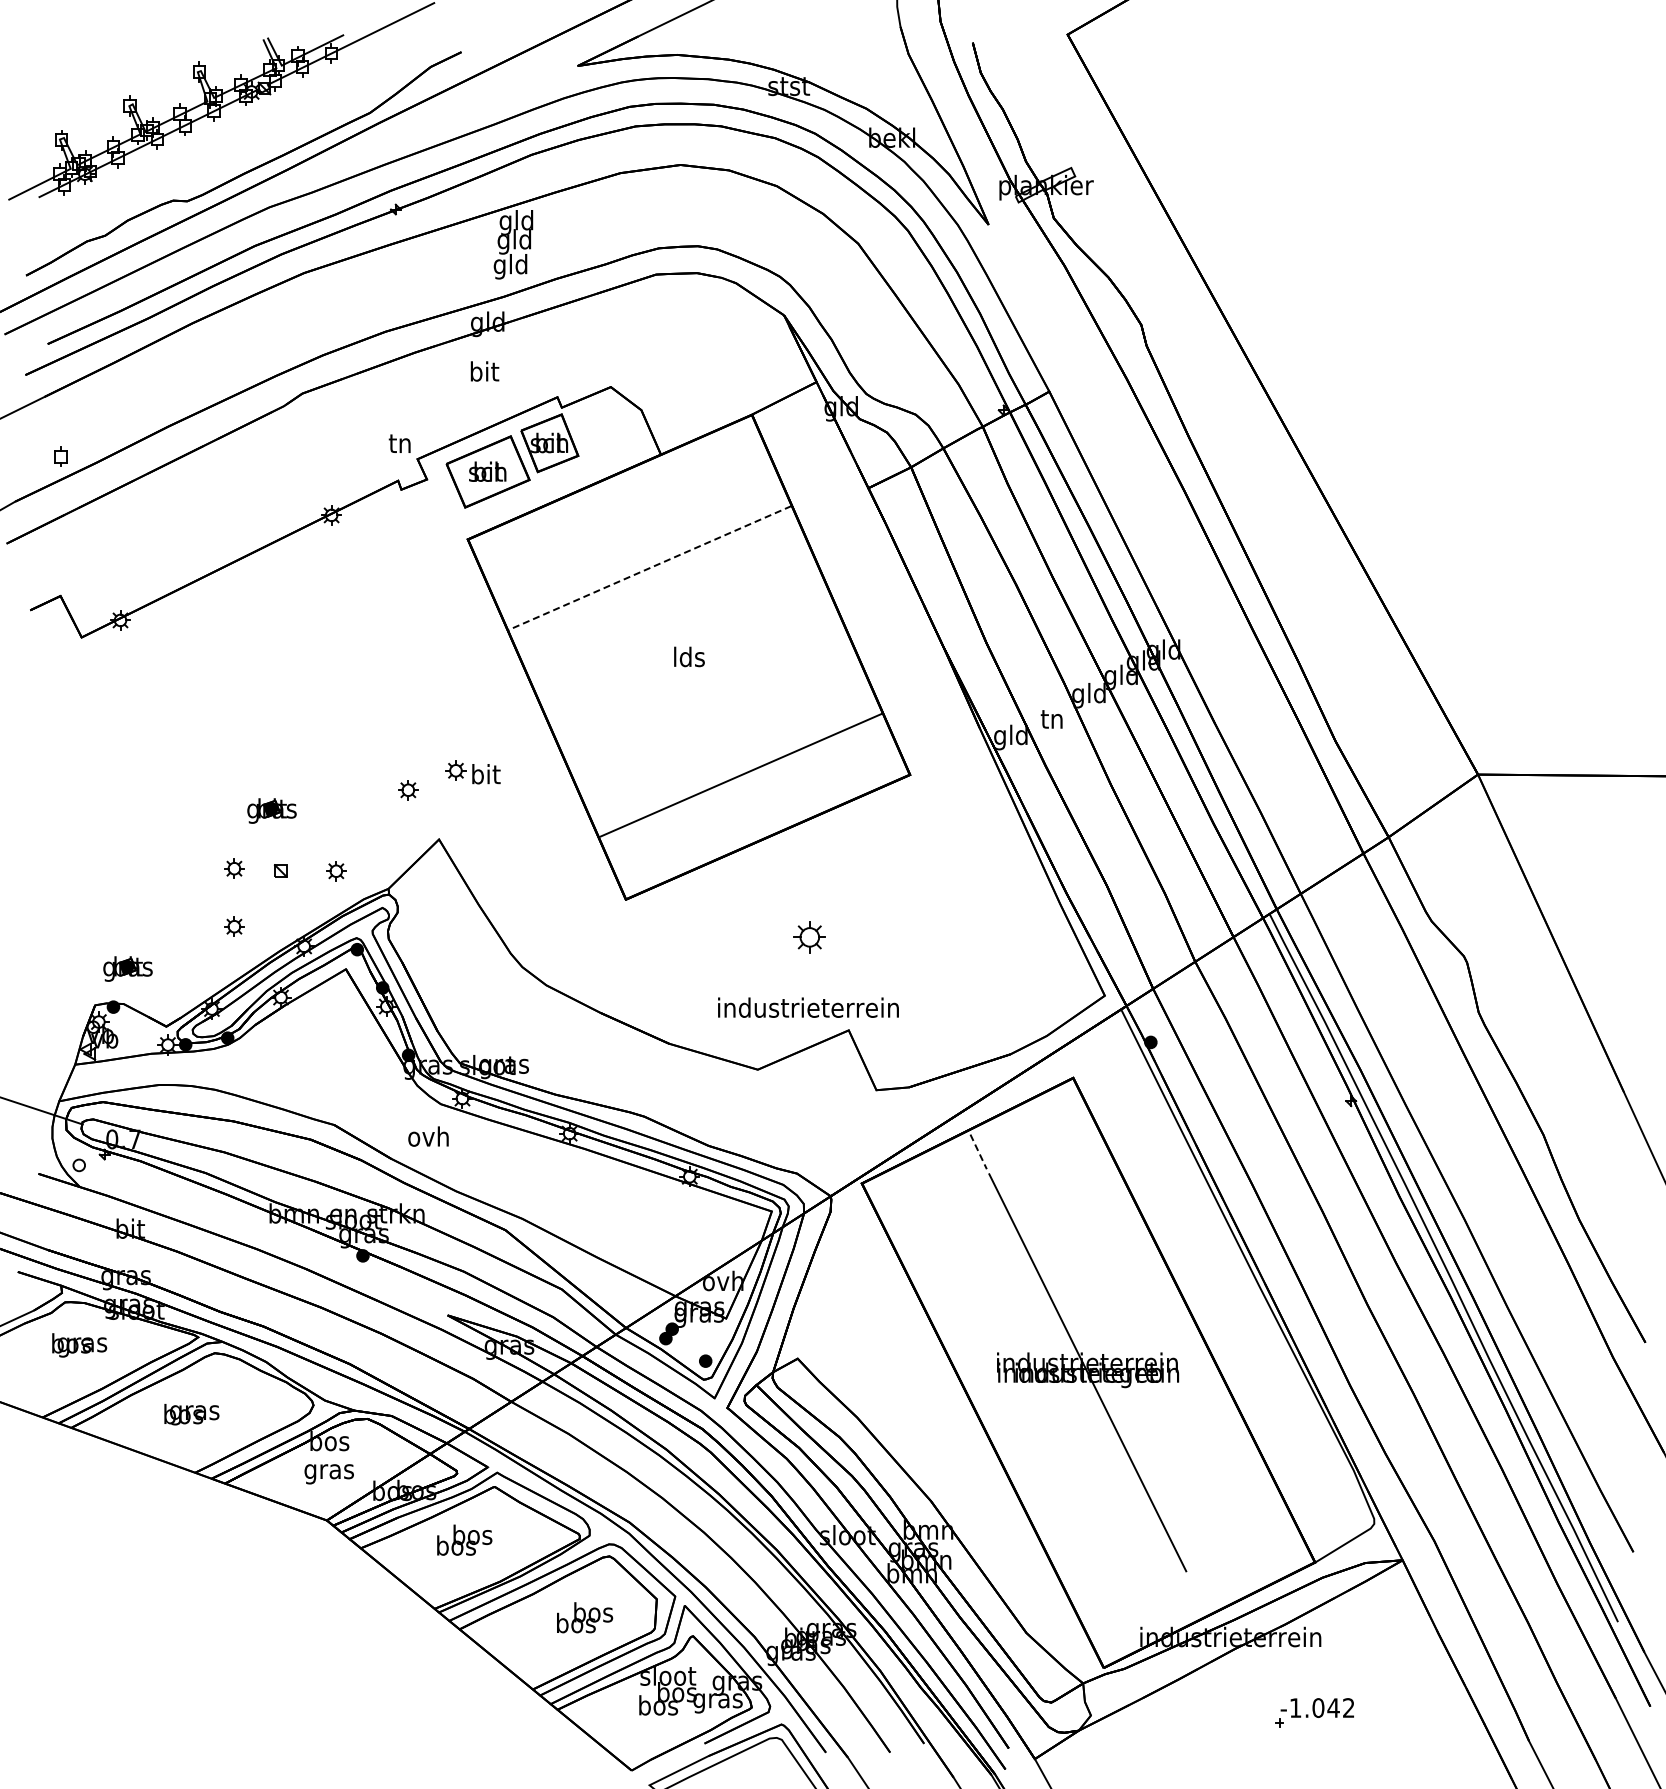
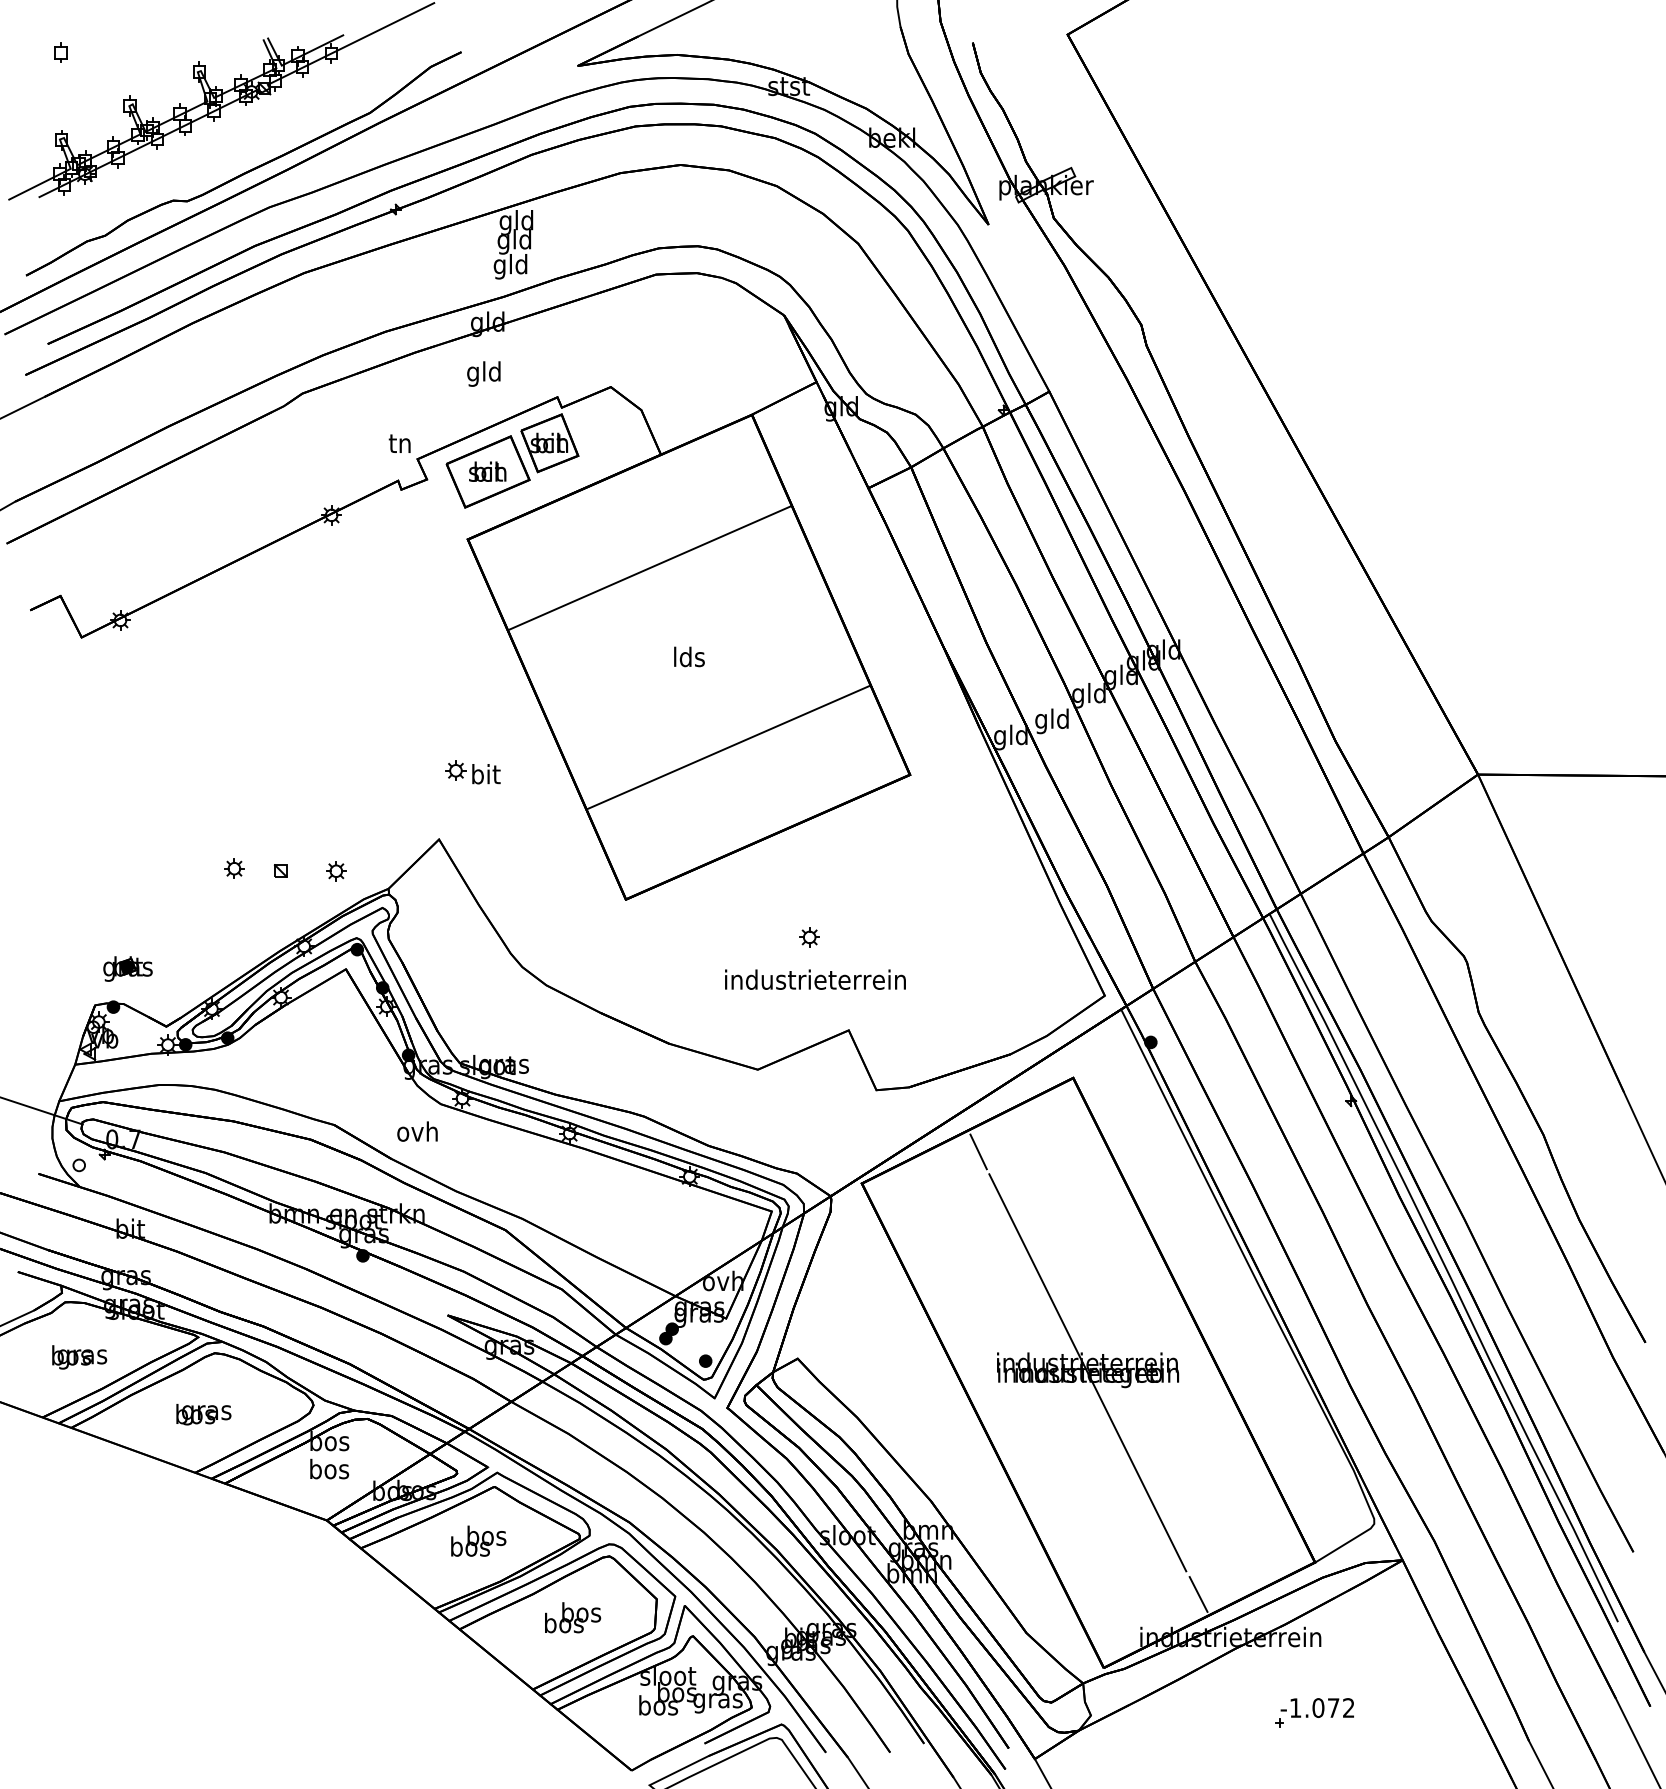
text at (483, 373): bit -> gld
part at (60, 456) position: (60, 456) -> (60, 52)
line at (649, 568): dashed -> solid
text at (1051, 721): tn -> gld
line at (740, 775) position: (740, 775) -> (728, 747)
part at (408, 790): present -> none
part at (271, 810): present -> none
part at (234, 926): present -> none
part at (809, 937) size: 33x33 px -> 21x21 px
text at (808, 1007) position: (808, 1007) -> (815, 979)
text at (428, 1136) position: (428, 1136) -> (417, 1131)
line at (978, 1152): dashed -> solid
text at (79, 1345) position: (79, 1345) -> (79, 1357)
text at (191, 1414) position: (191, 1414) -> (203, 1414)
text at (328, 1471): gras -> bos
text at (464, 1539) position: (464, 1539) -> (478, 1540)
line at (1198, 1594): none -> present
text at (585, 1617) position: (585, 1617) -> (573, 1617)
text at (1333, 1707): -1.042 -> -1.072
